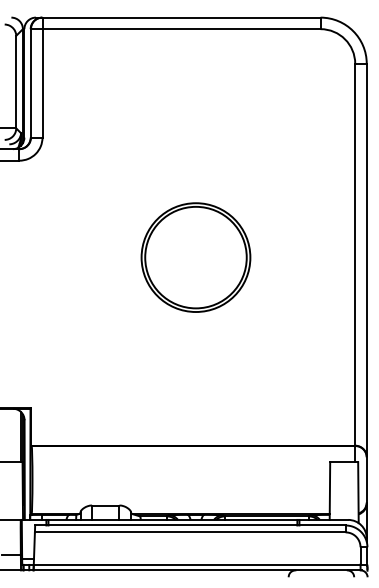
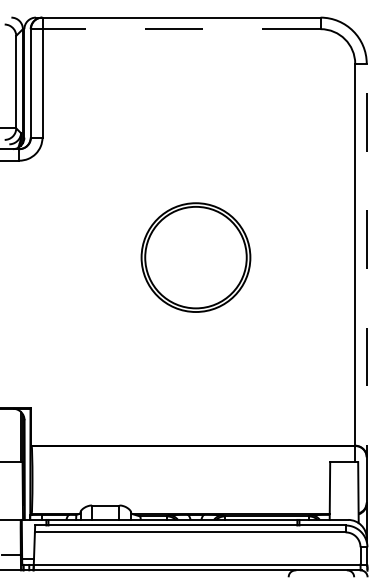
line at (175, 29): solid -> dashed
line at (366, 283): solid -> dashed
